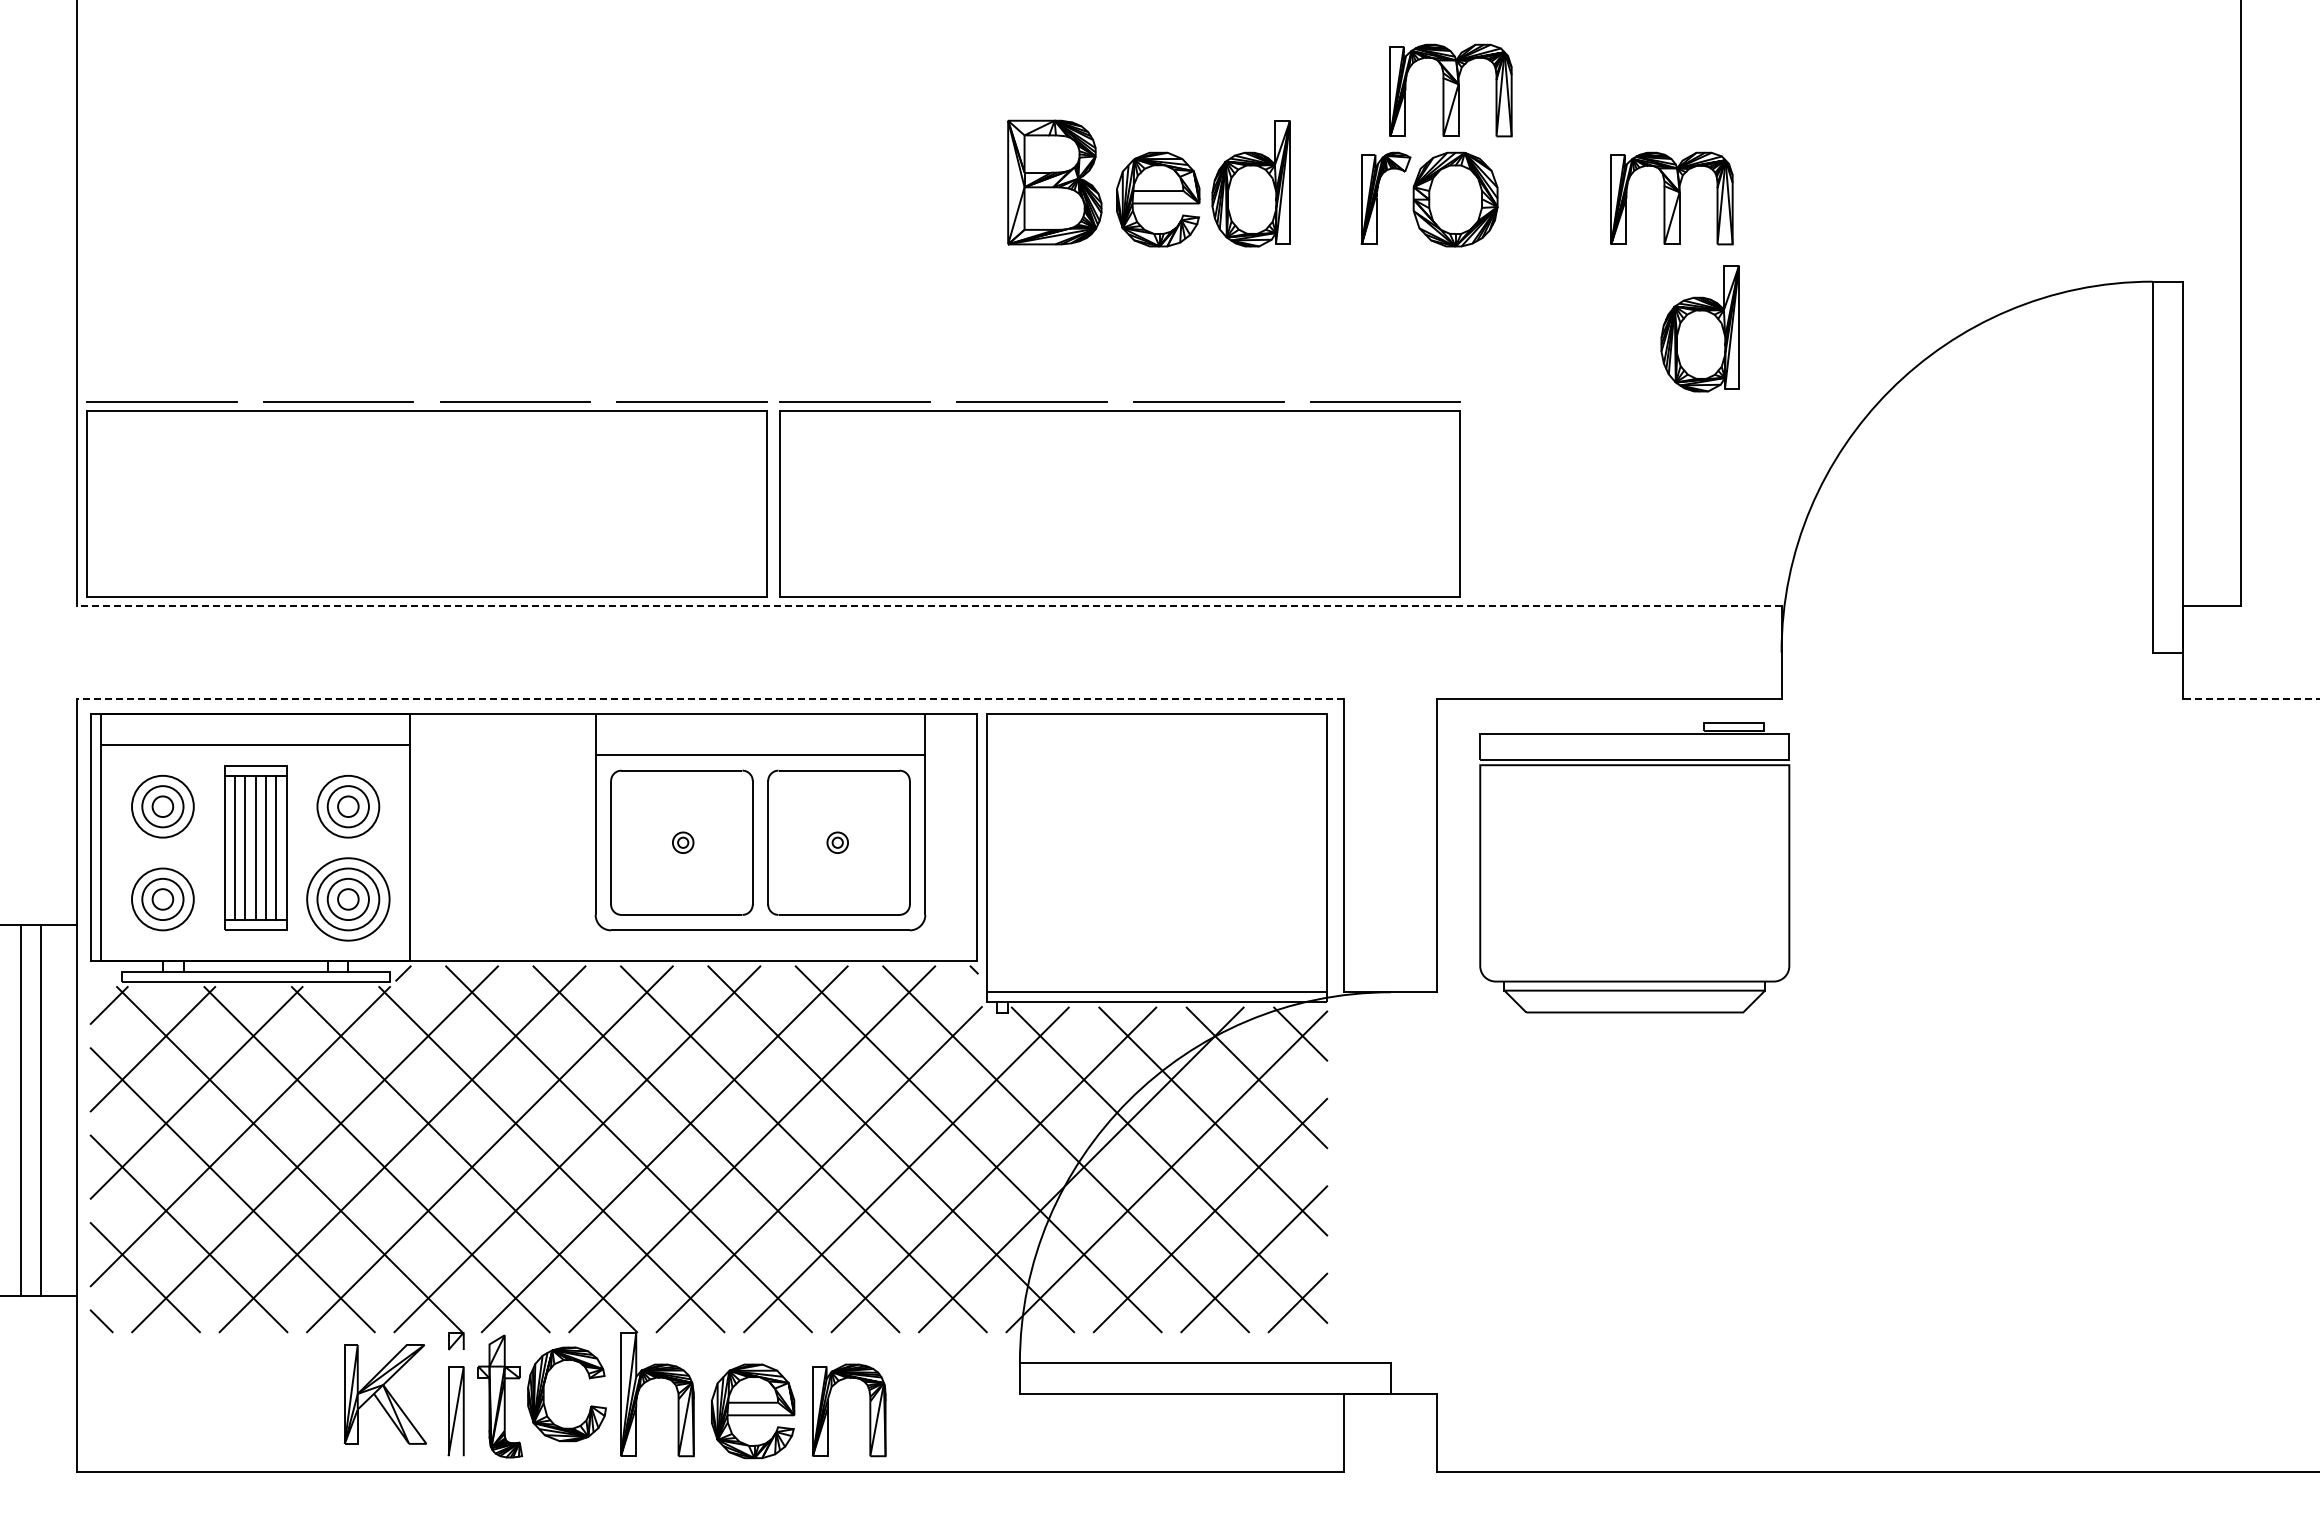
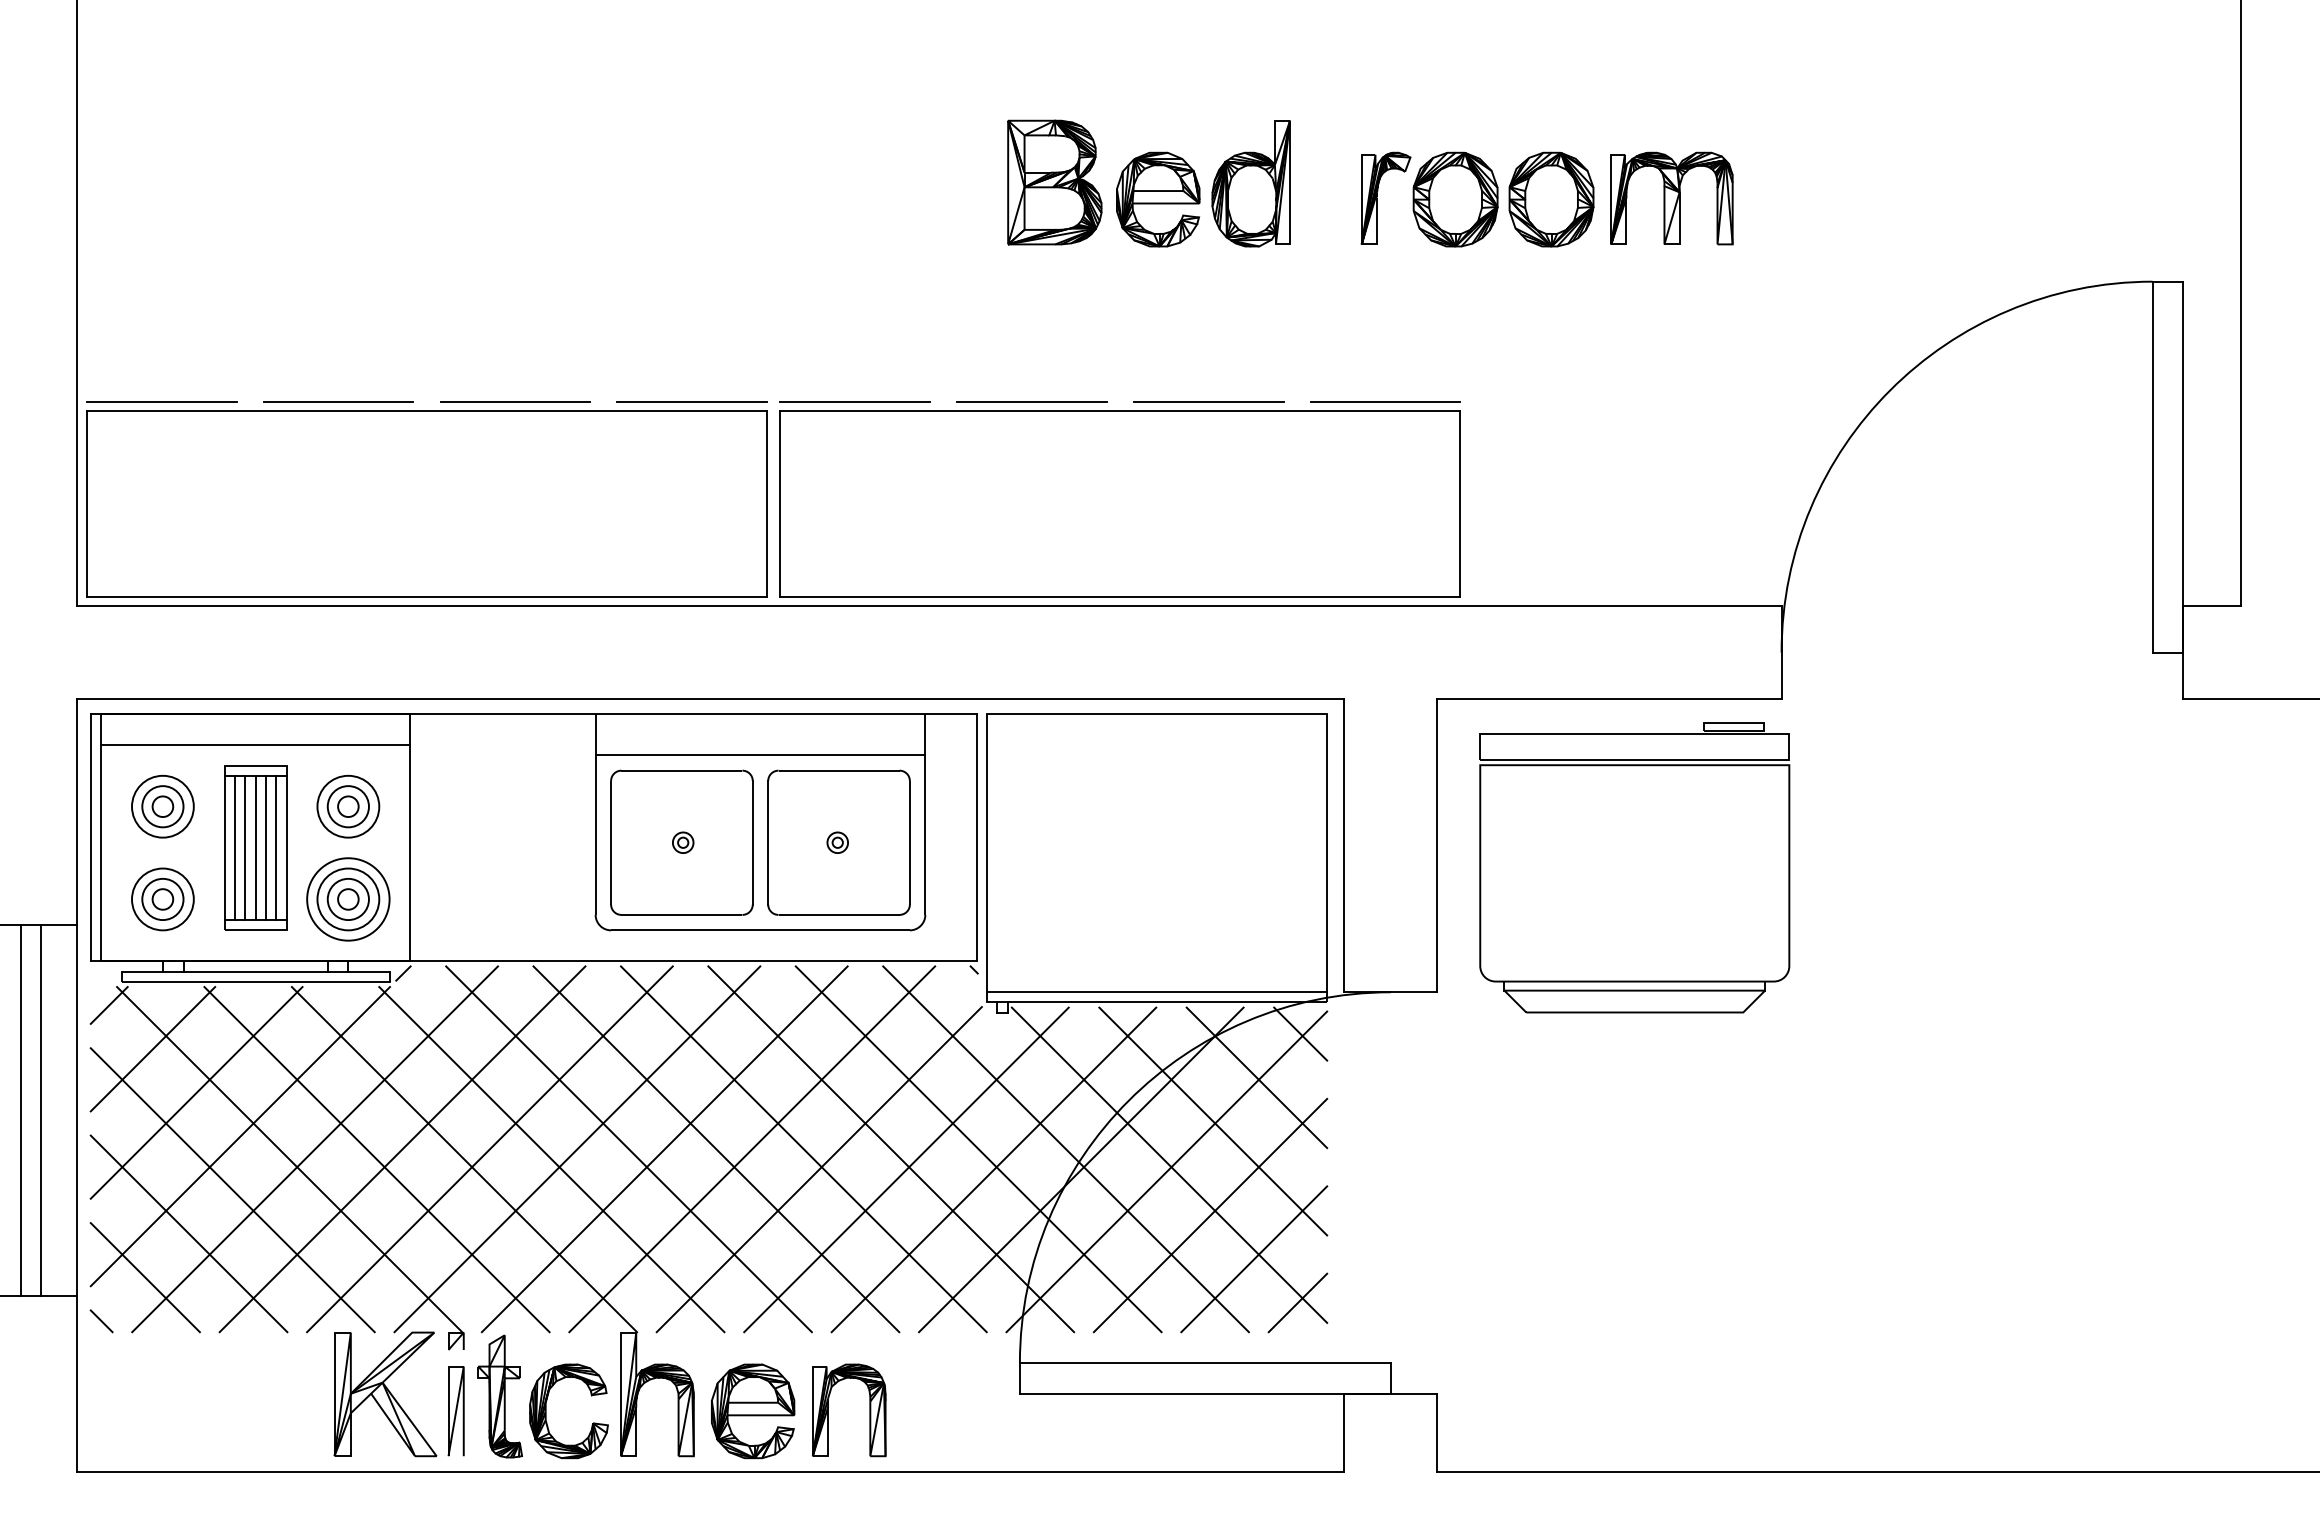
part at (1450, 90): present -> none
part at (1551, 199): none -> present
part at (1699, 328): present -> none
line at (928, 606): dashed -> solid
line at (710, 698): dashed -> solid
line at (2251, 698): dashed -> solid
part at (384, 1394) size: 84x101 px -> 105x127 px
part at (544, 1394) position: (544, 1394) -> (546, 1411)
